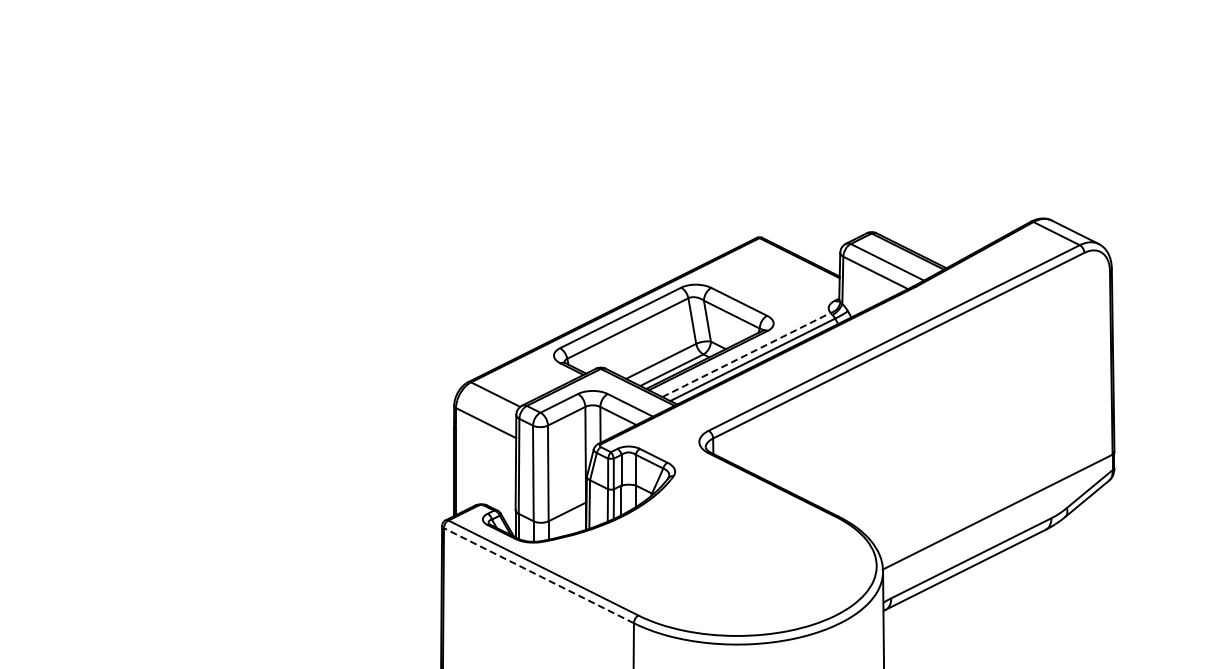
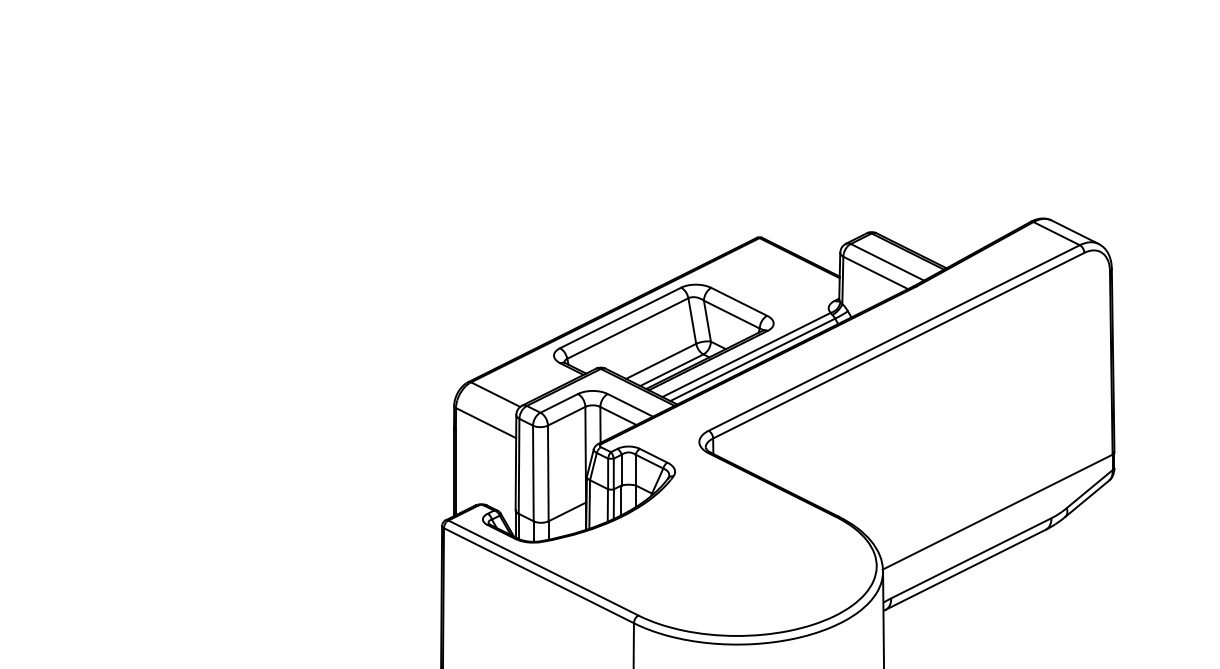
line at (747, 354): dashed -> solid
line at (538, 575): dashed -> solid
